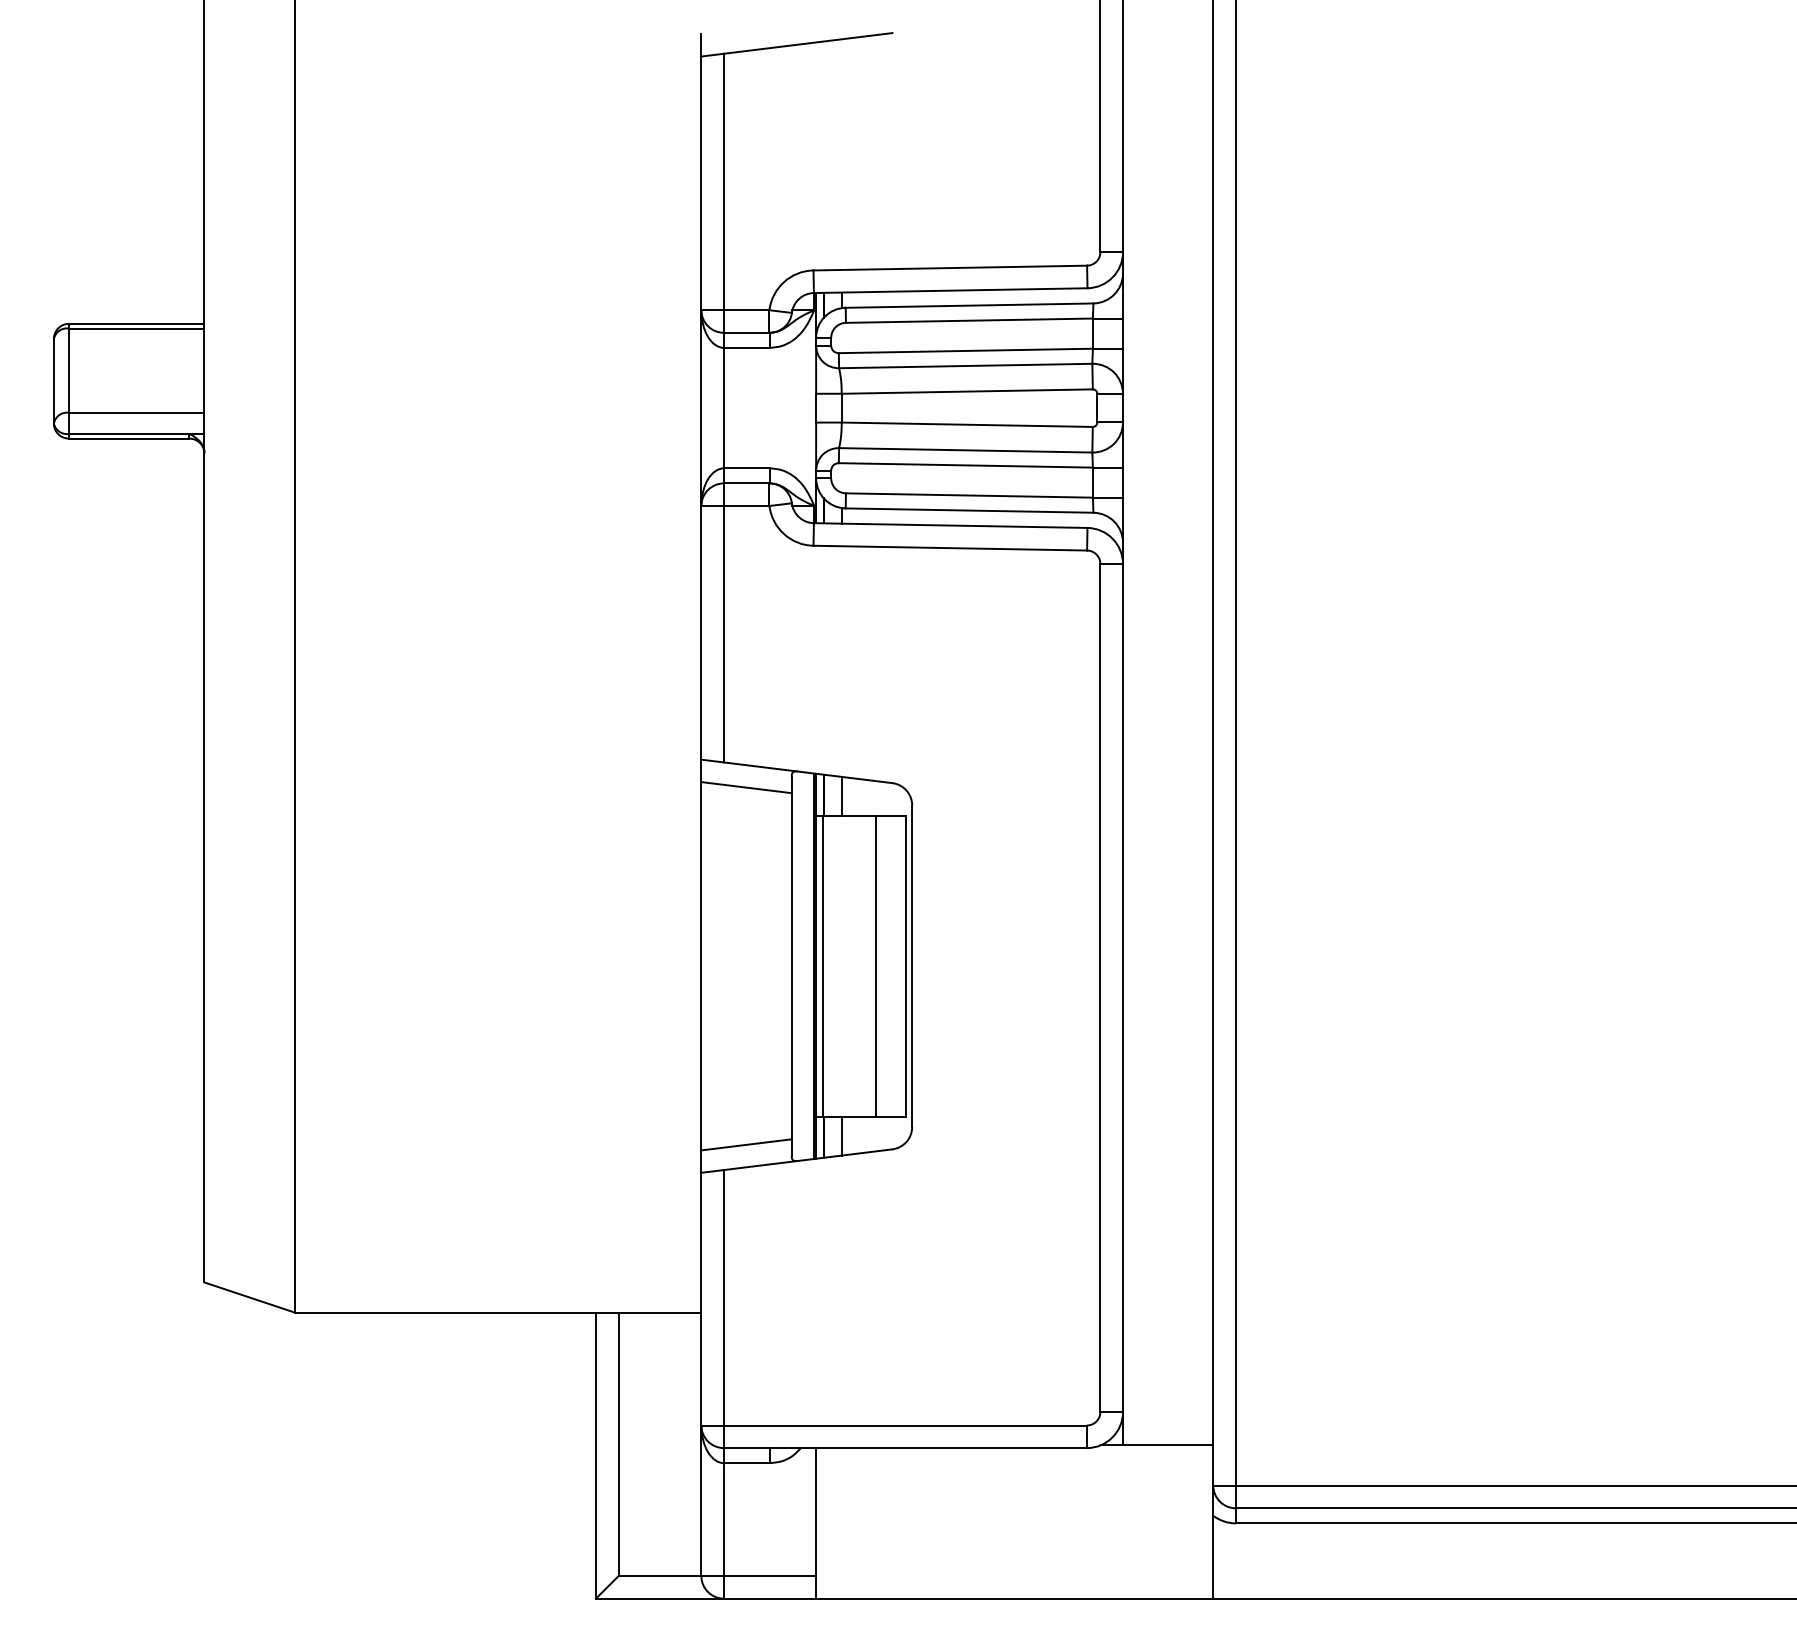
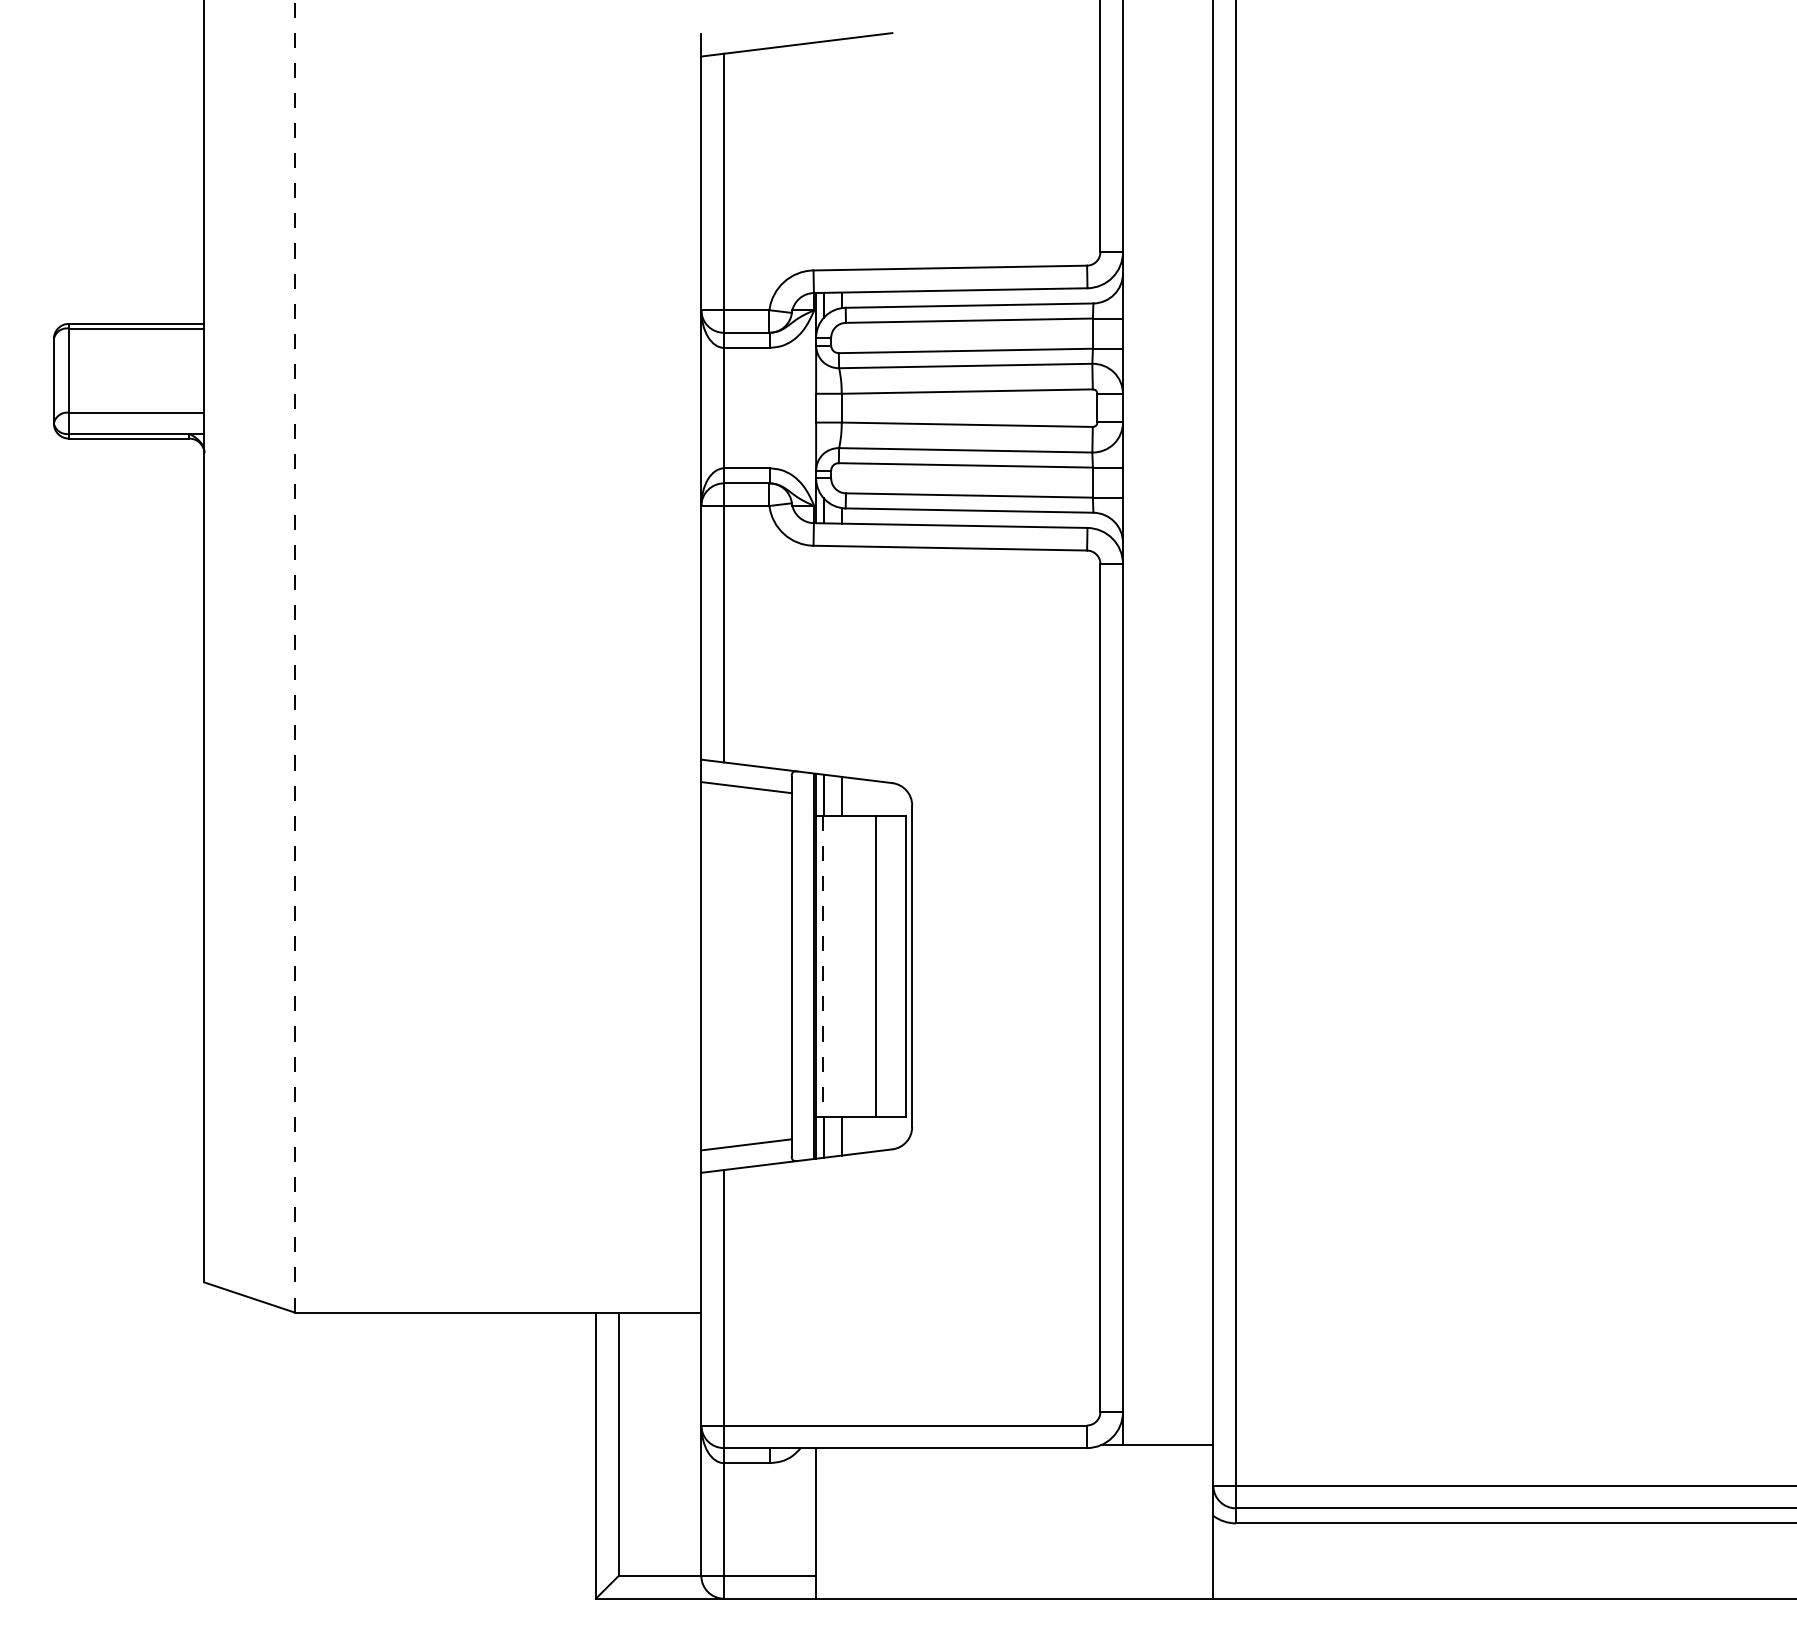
line at (294, 656): solid -> dashed
line at (822, 966): solid -> dashed
